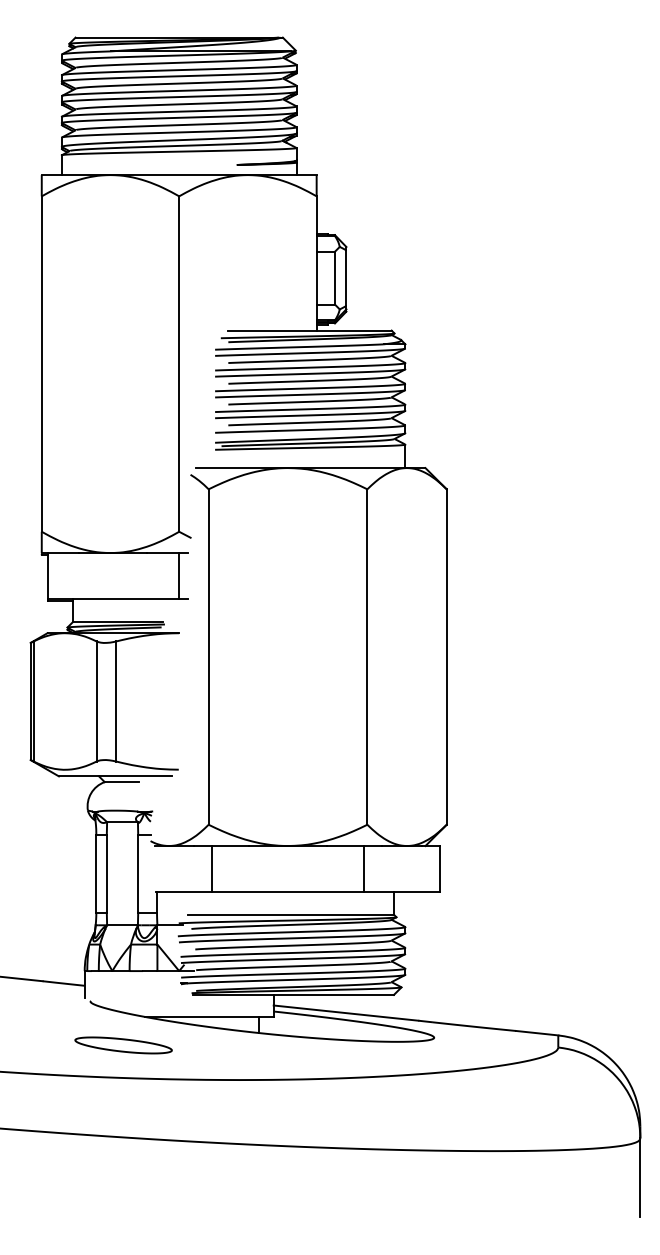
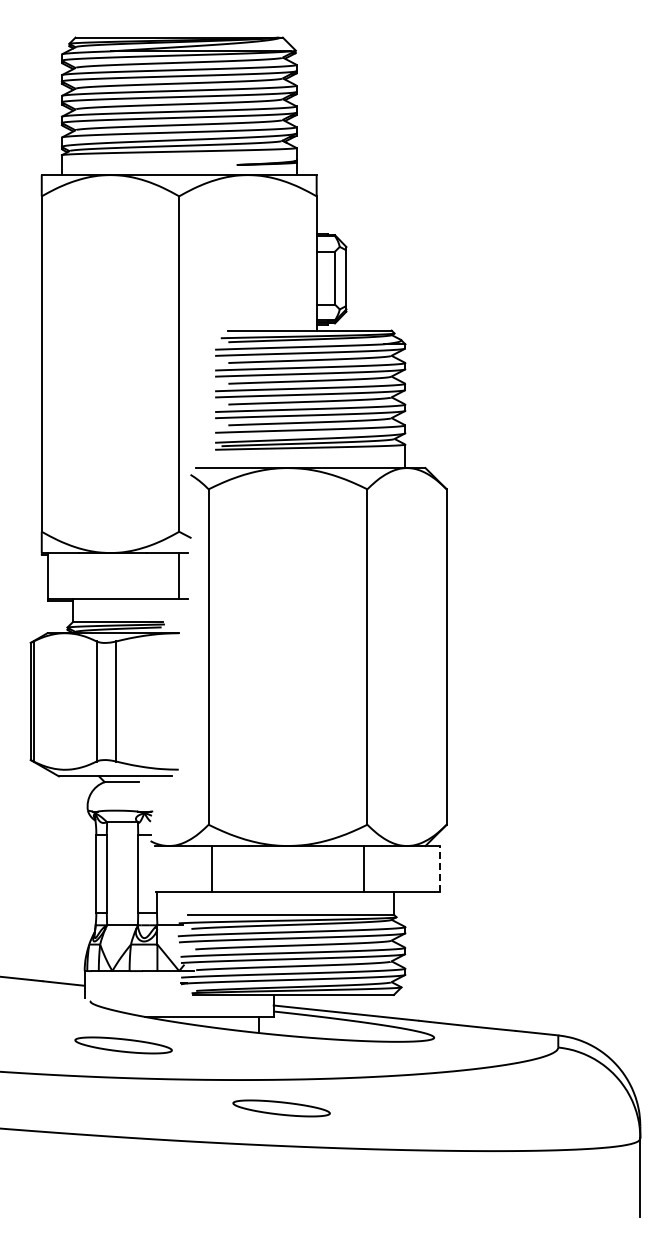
line at (440, 868): solid -> dashed
part at (281, 1108): none -> present
